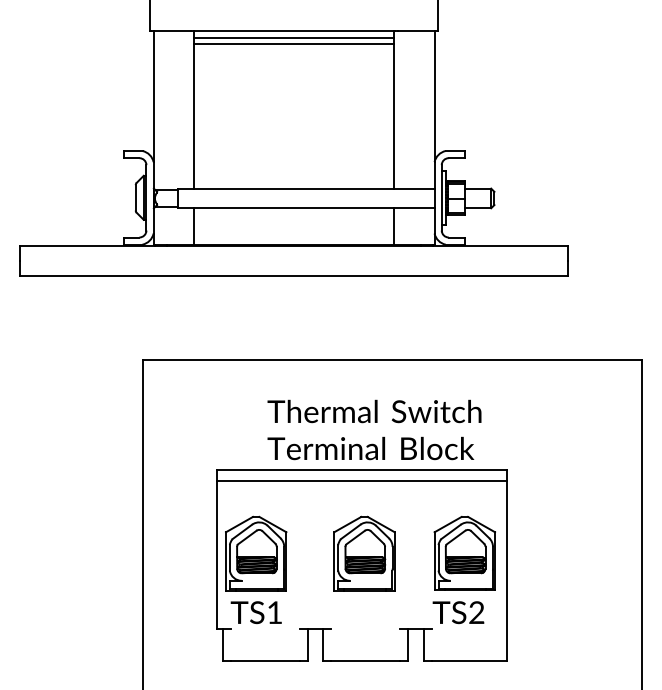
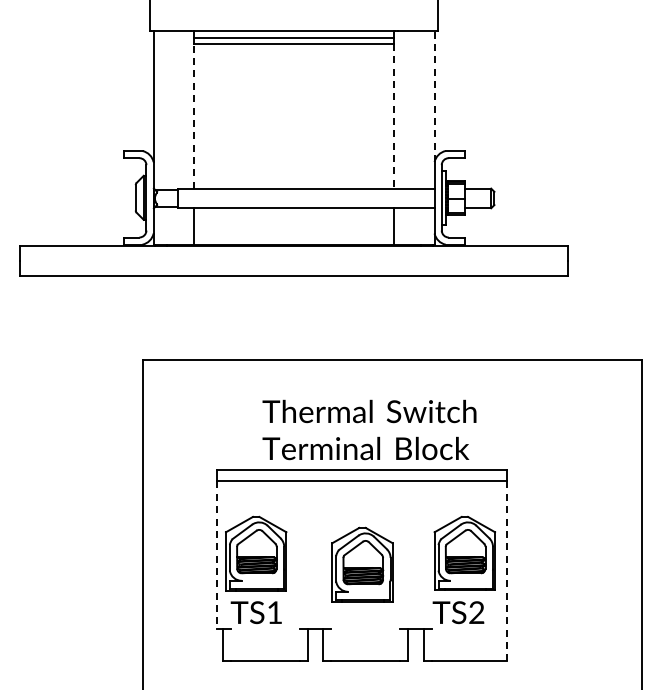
line at (434, 96): solid -> dashed
line at (193, 115): solid -> dashed
line at (394, 116): solid -> dashed
text at (374, 429) position: (374, 429) -> (369, 429)
part at (364, 553) position: (364, 553) -> (362, 564)
line at (216, 555): solid -> dashed
line at (507, 571): solid -> dashed
